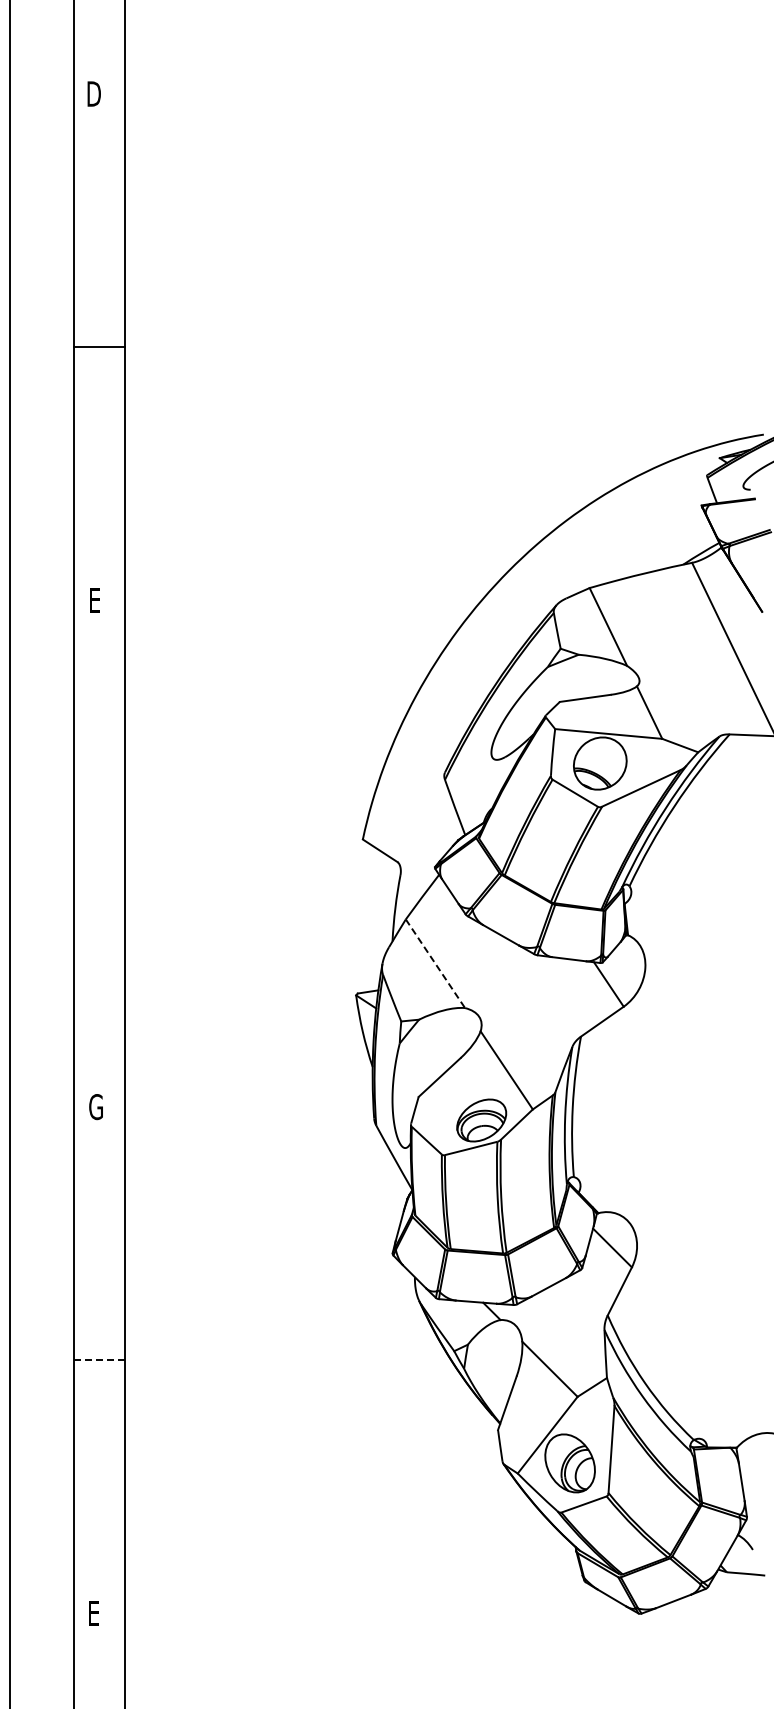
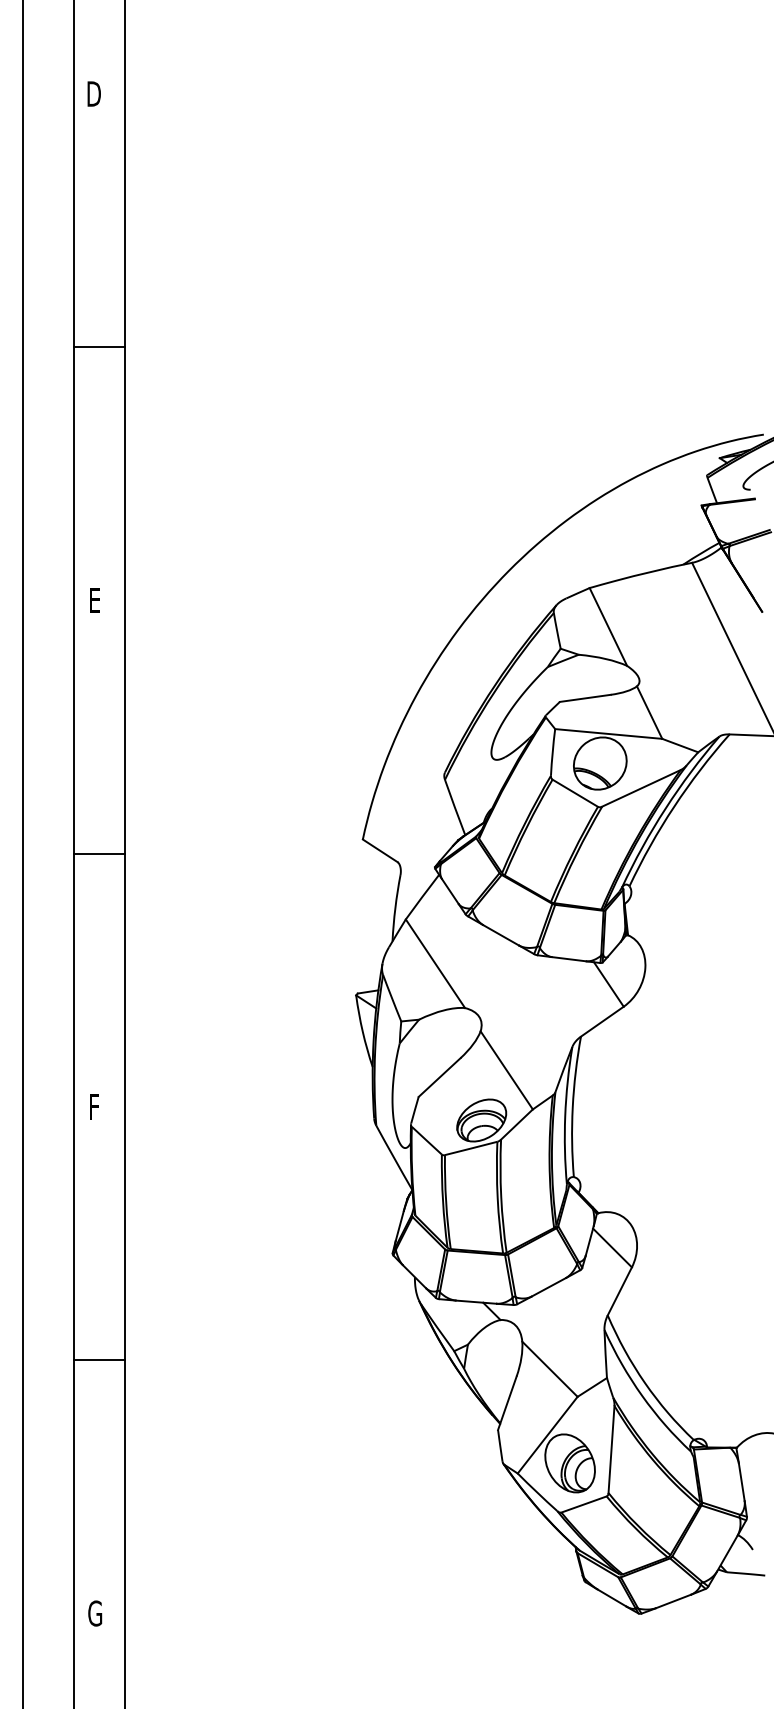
line at (10, 853) position: (10, 853) -> (23, 853)
line at (99, 853): none -> present
line at (435, 964): dashed -> solid
text at (95, 1107): G -> F
line at (99, 1360): dashed -> solid
text at (95, 1613): E -> G
